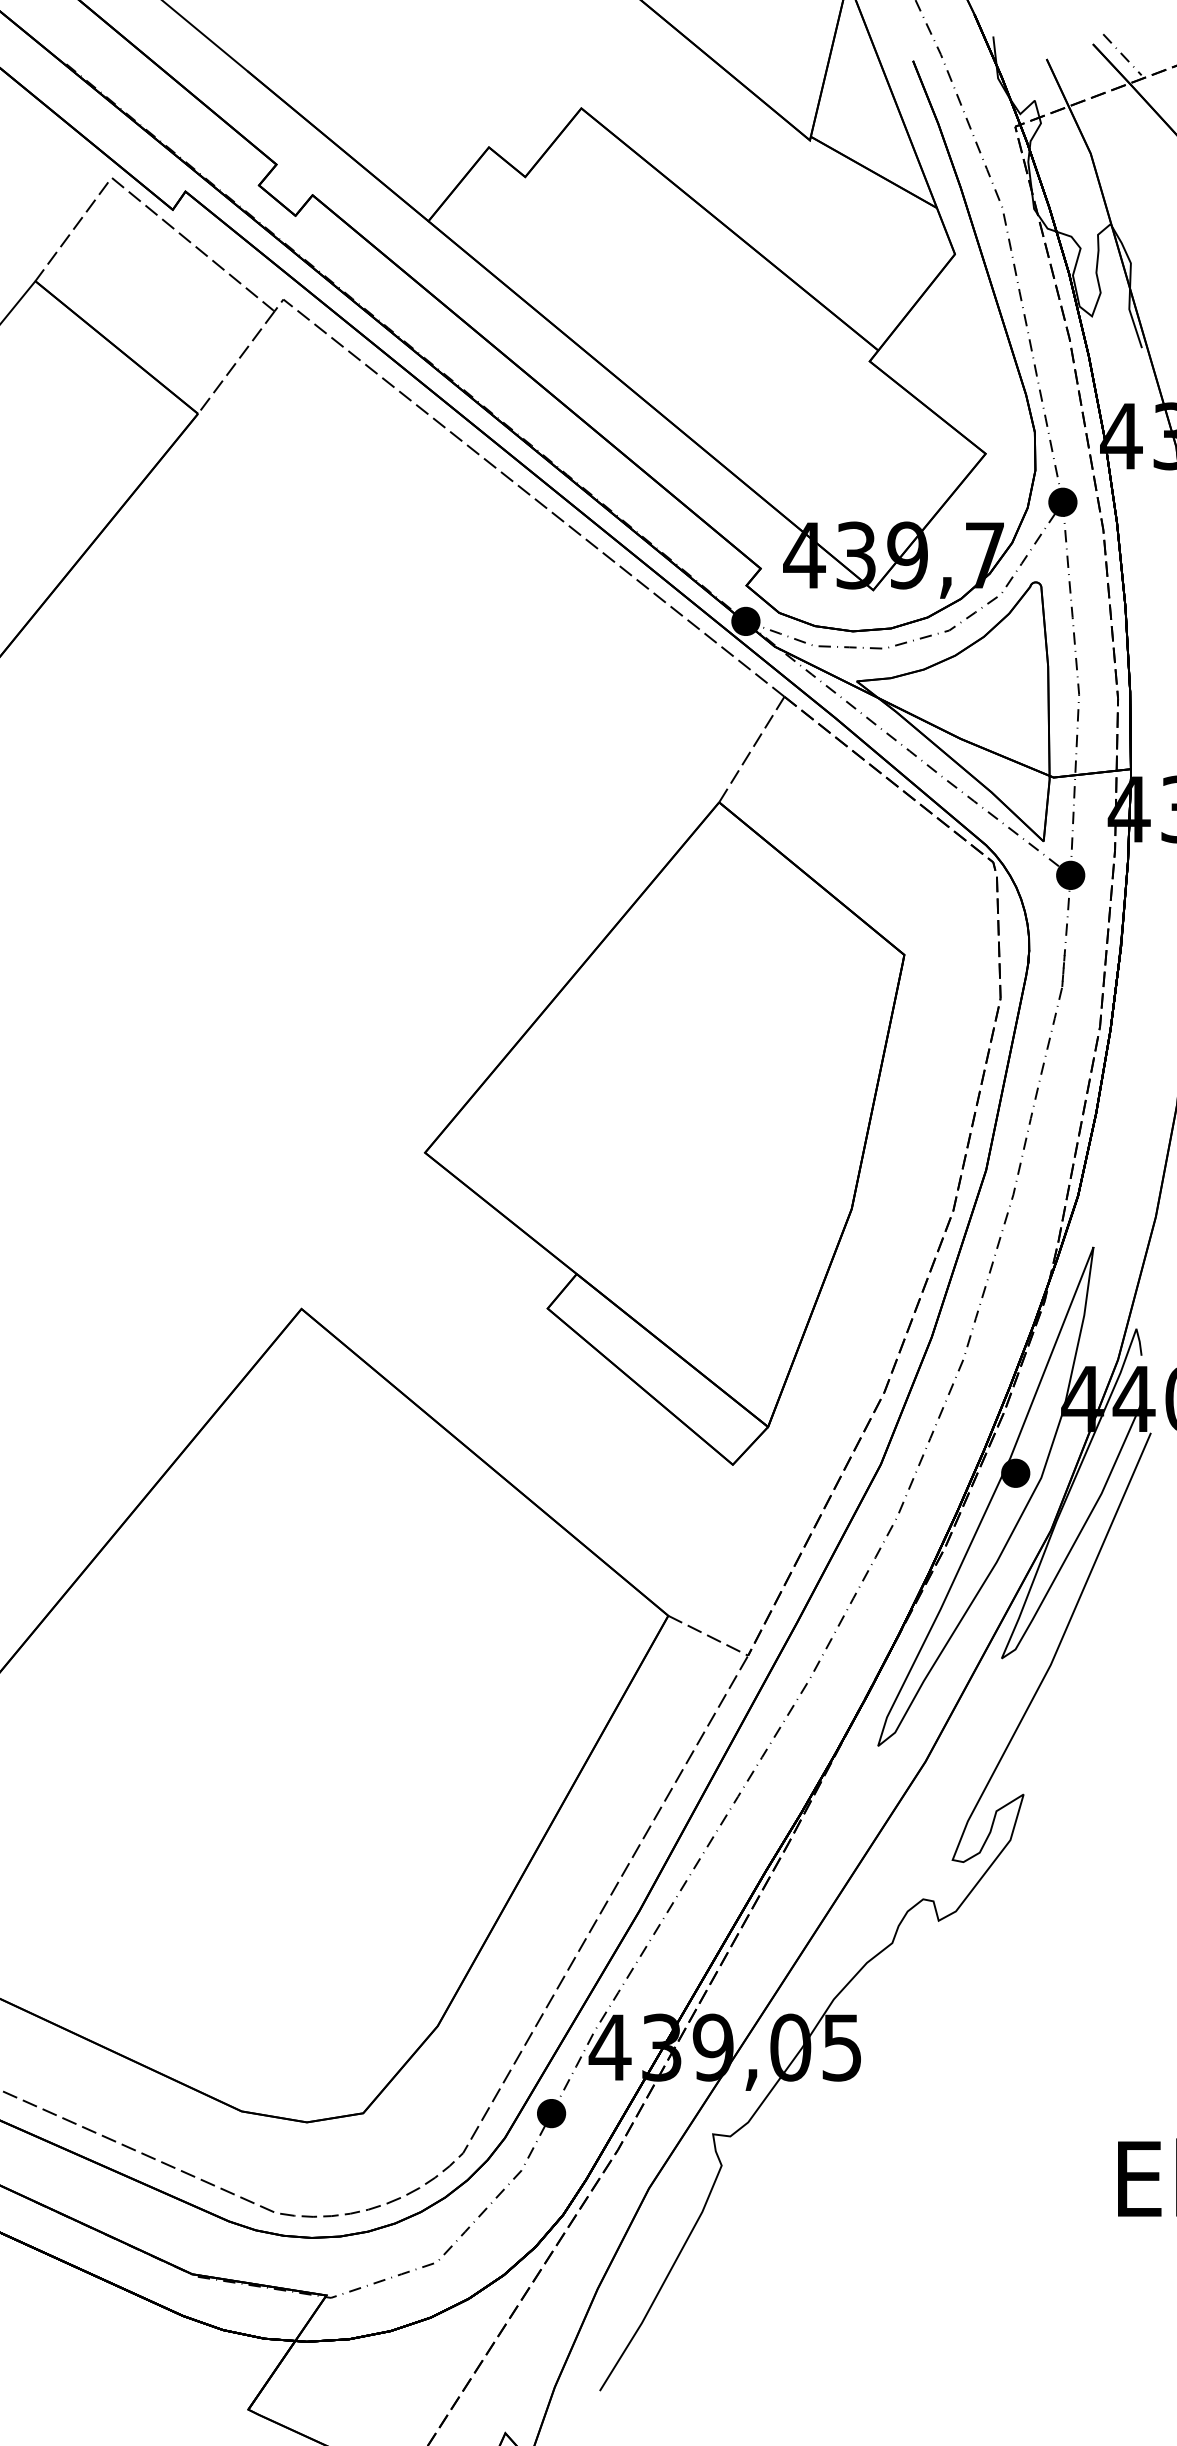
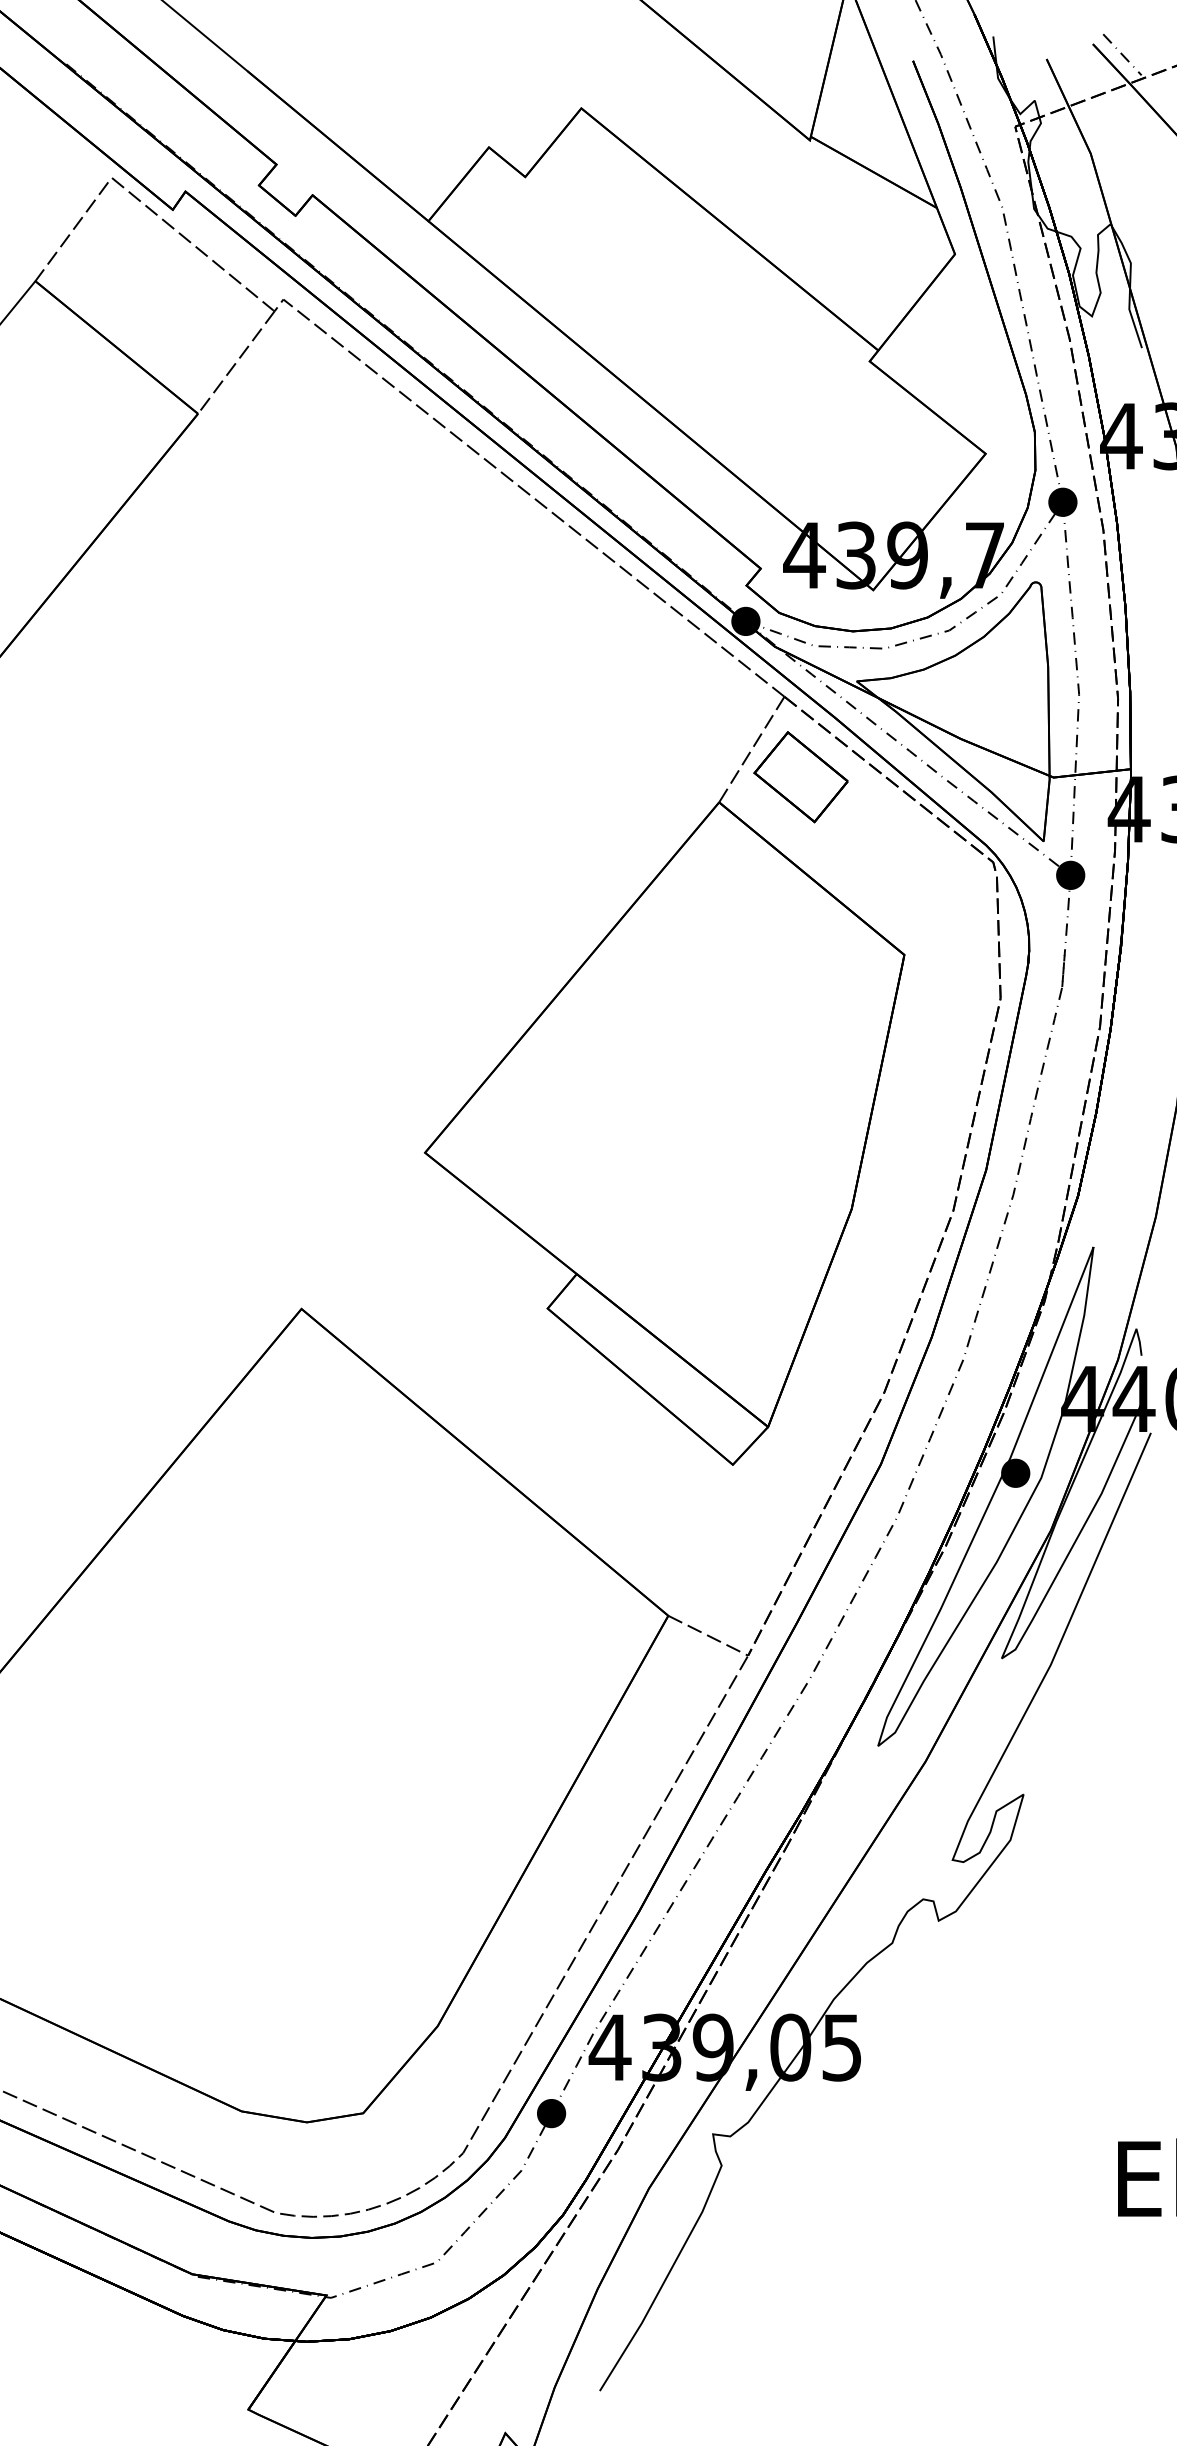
part at (800, 777): none -> present
